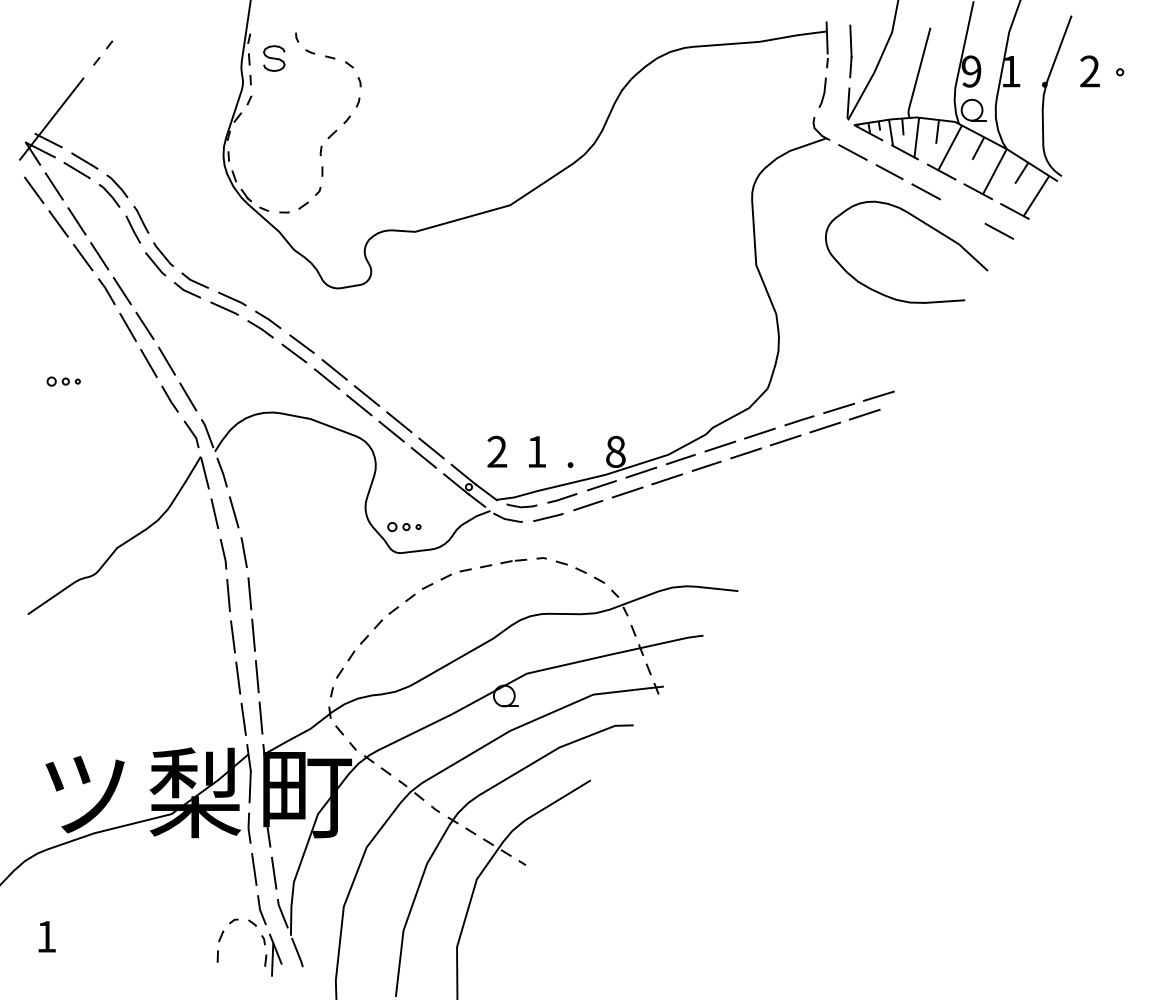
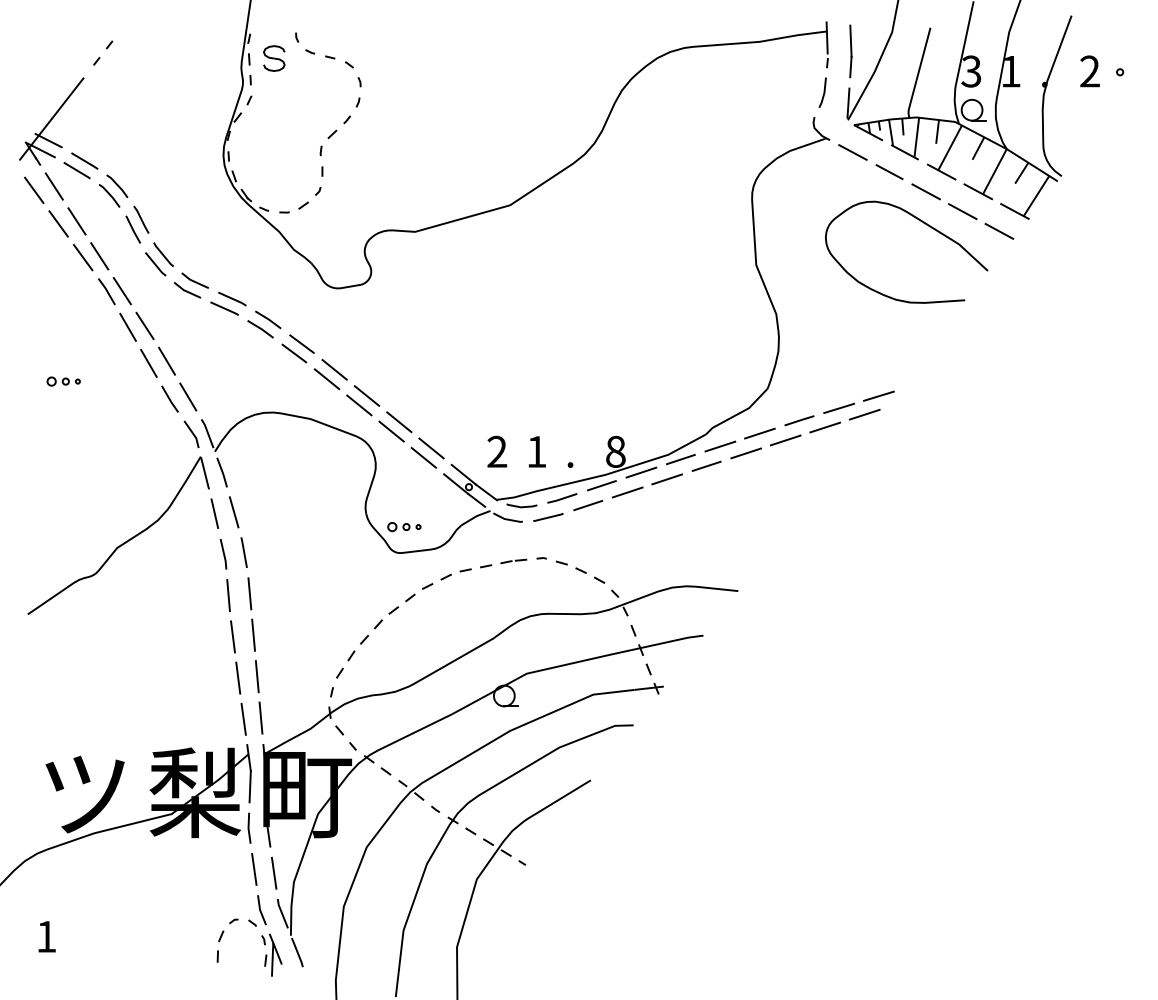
text at (971, 71): 9 -> 3
line at (962, 211): none -> present
